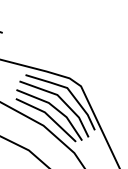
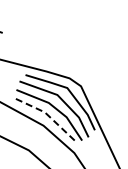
line at (49, 116): solid -> dashed
